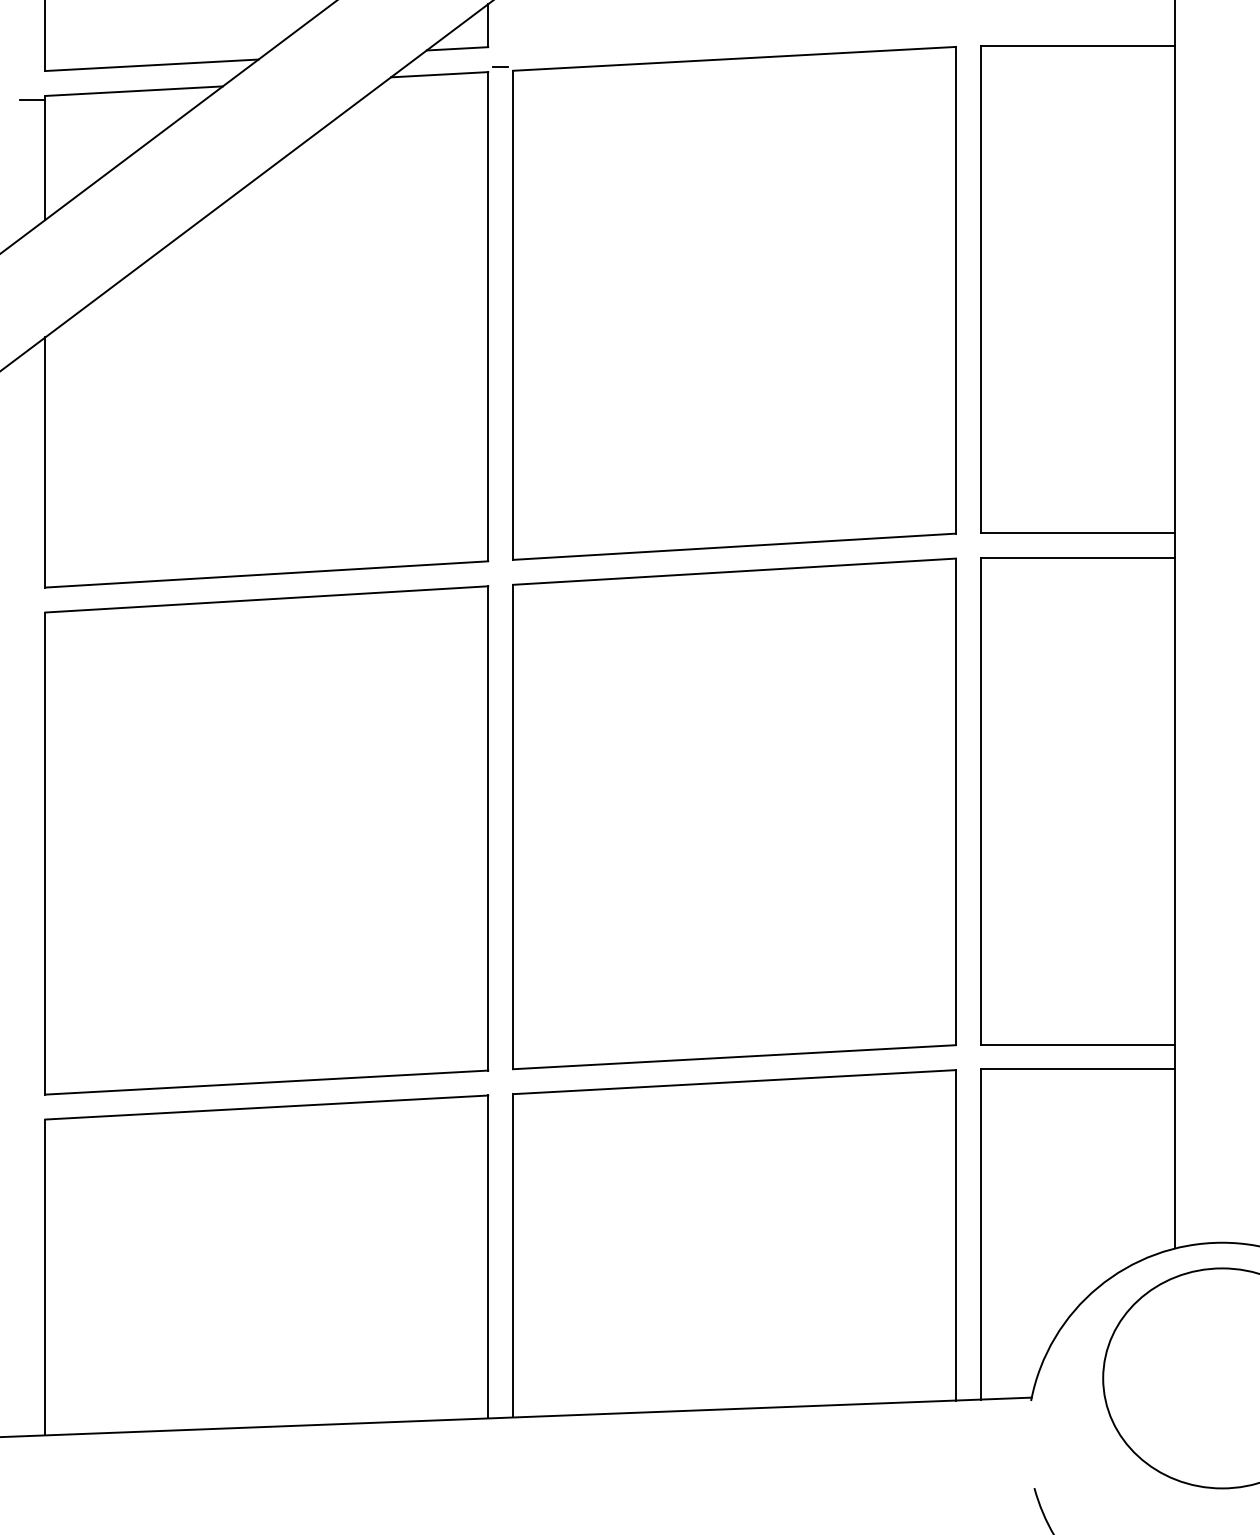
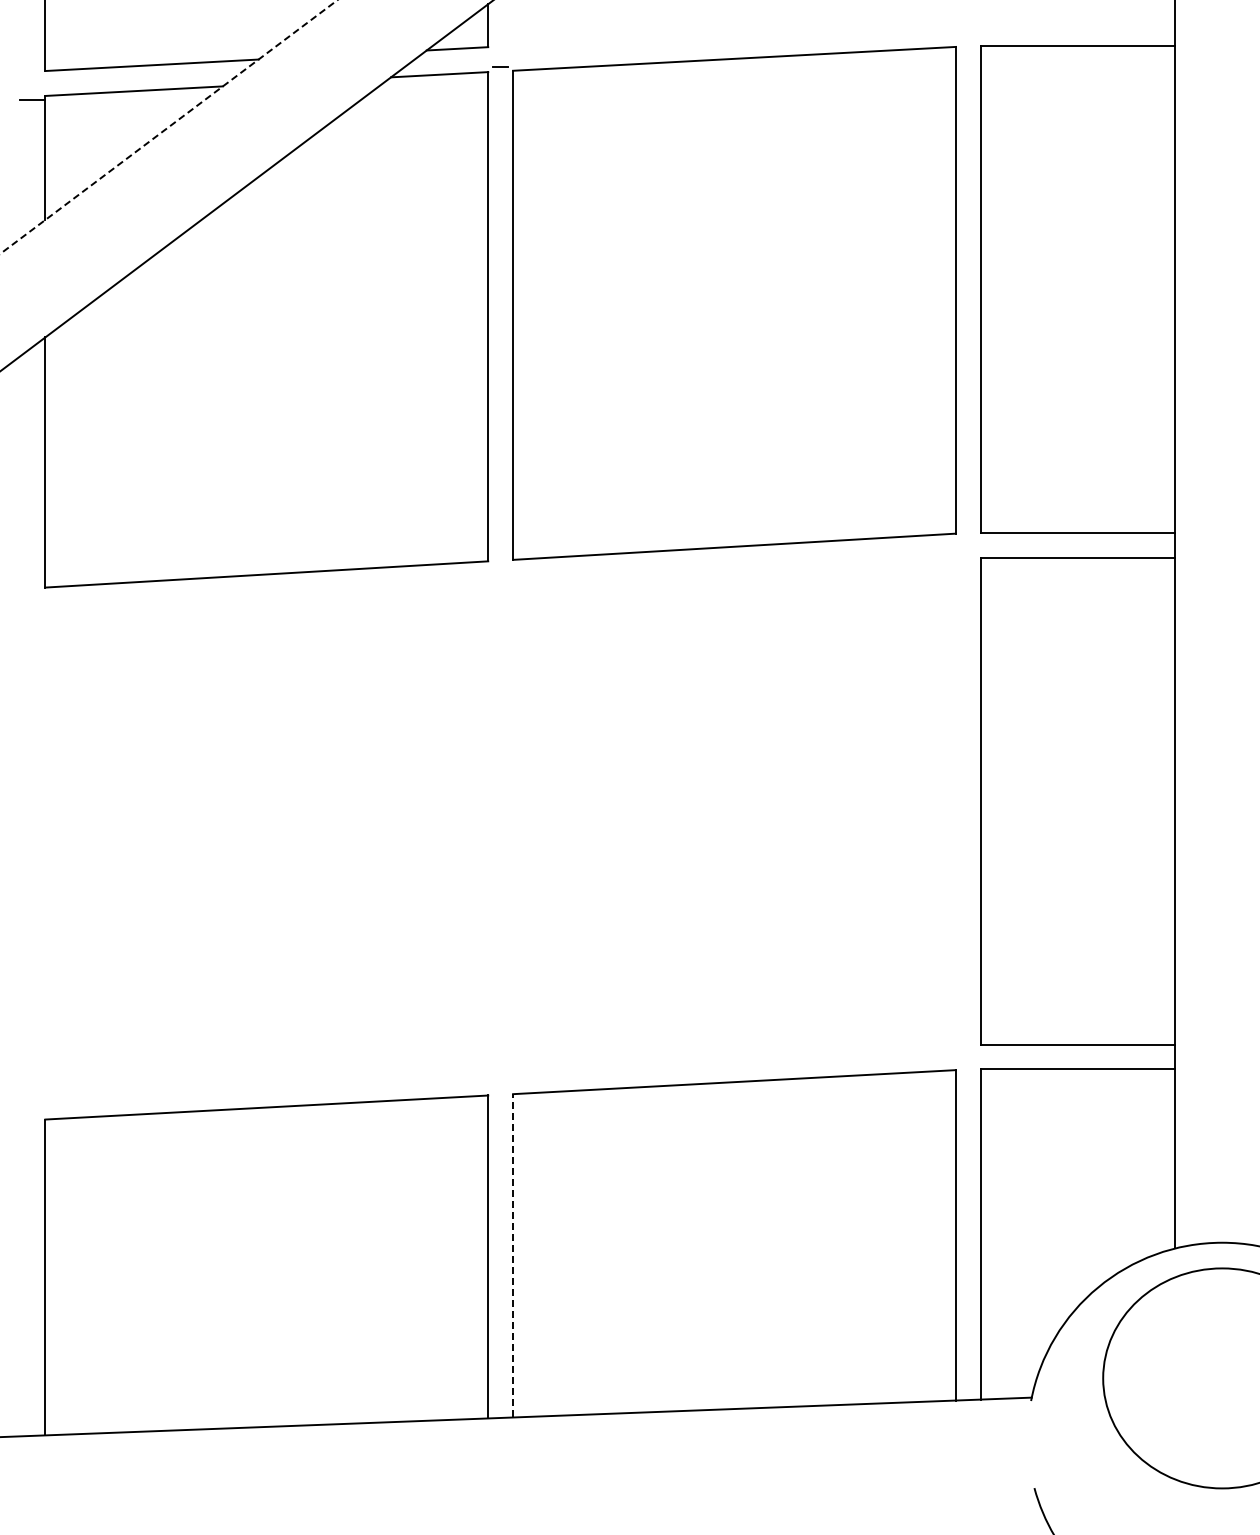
line at (168, 127): solid -> dashed
part at (734, 813): present -> none
part at (266, 840): present -> none
line at (513, 1255): solid -> dashed
